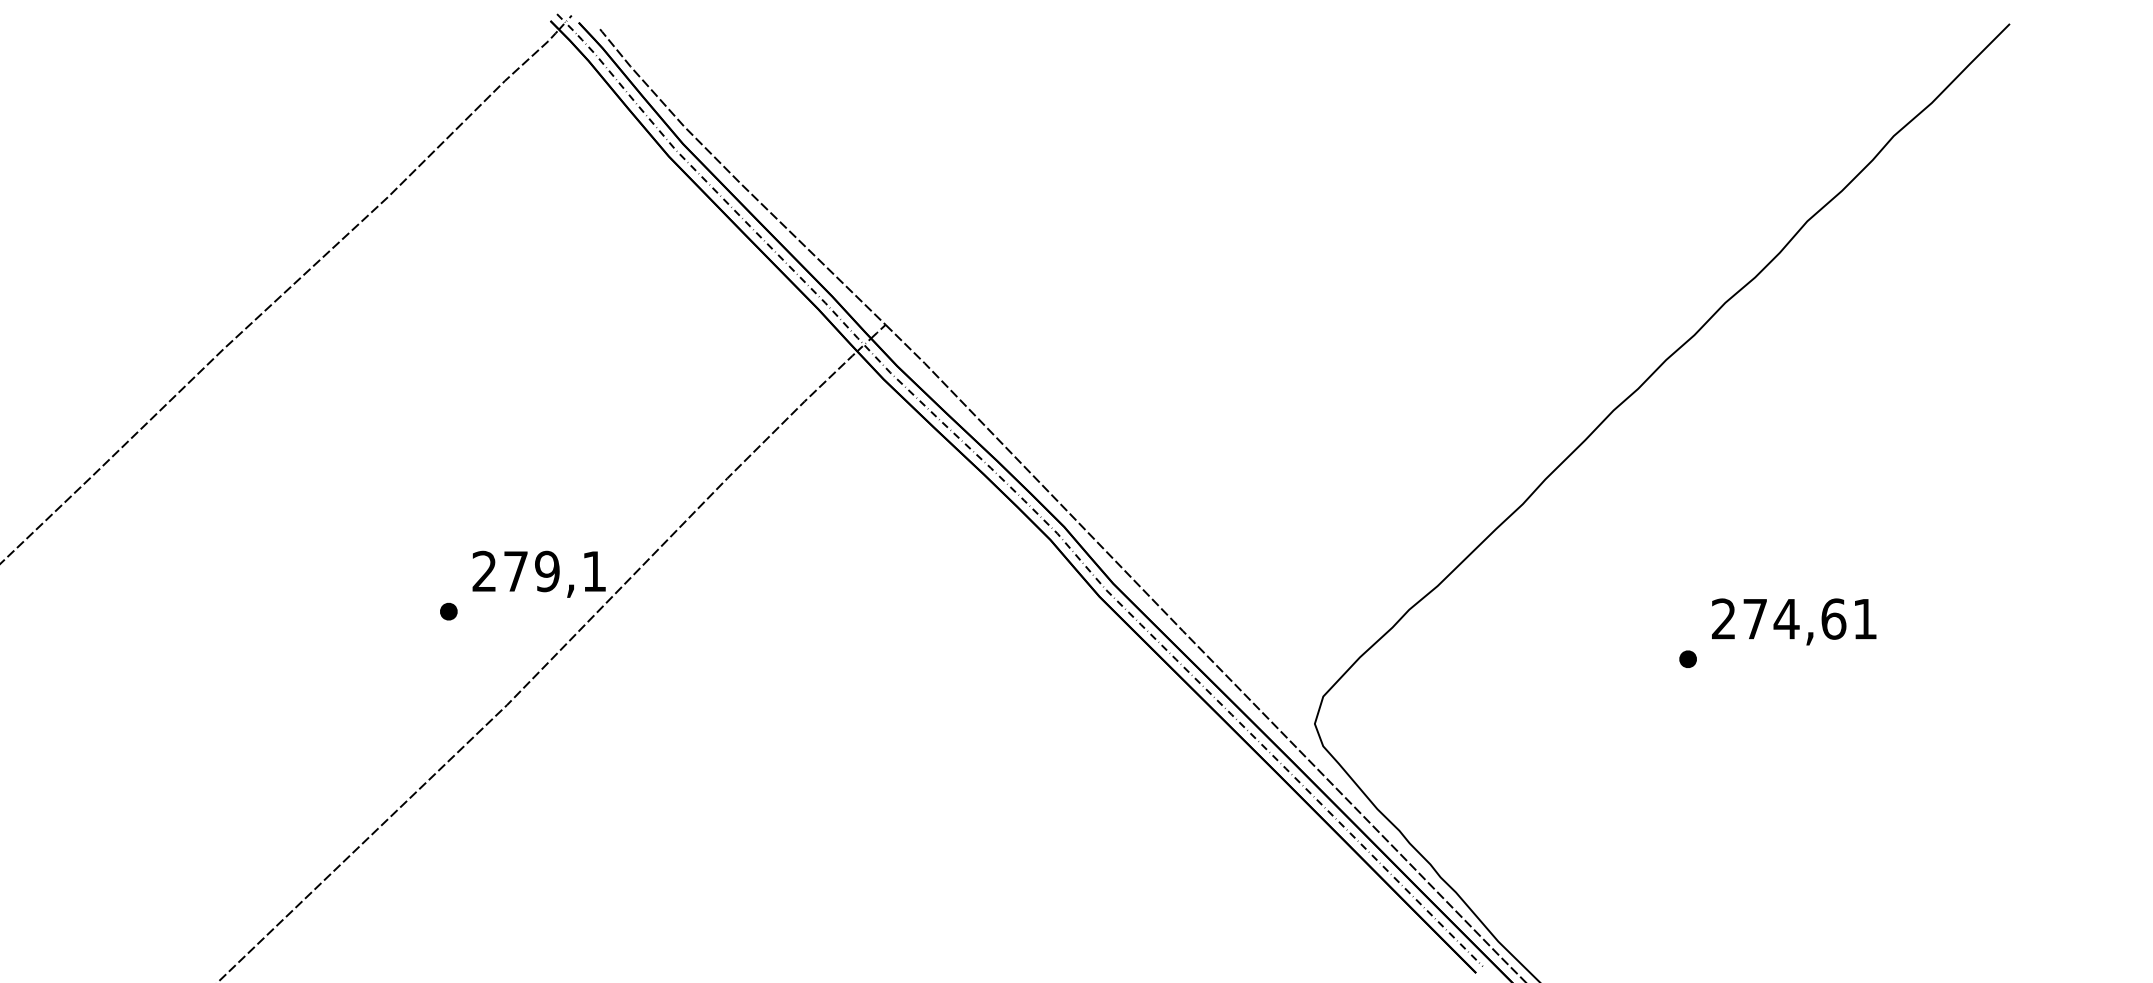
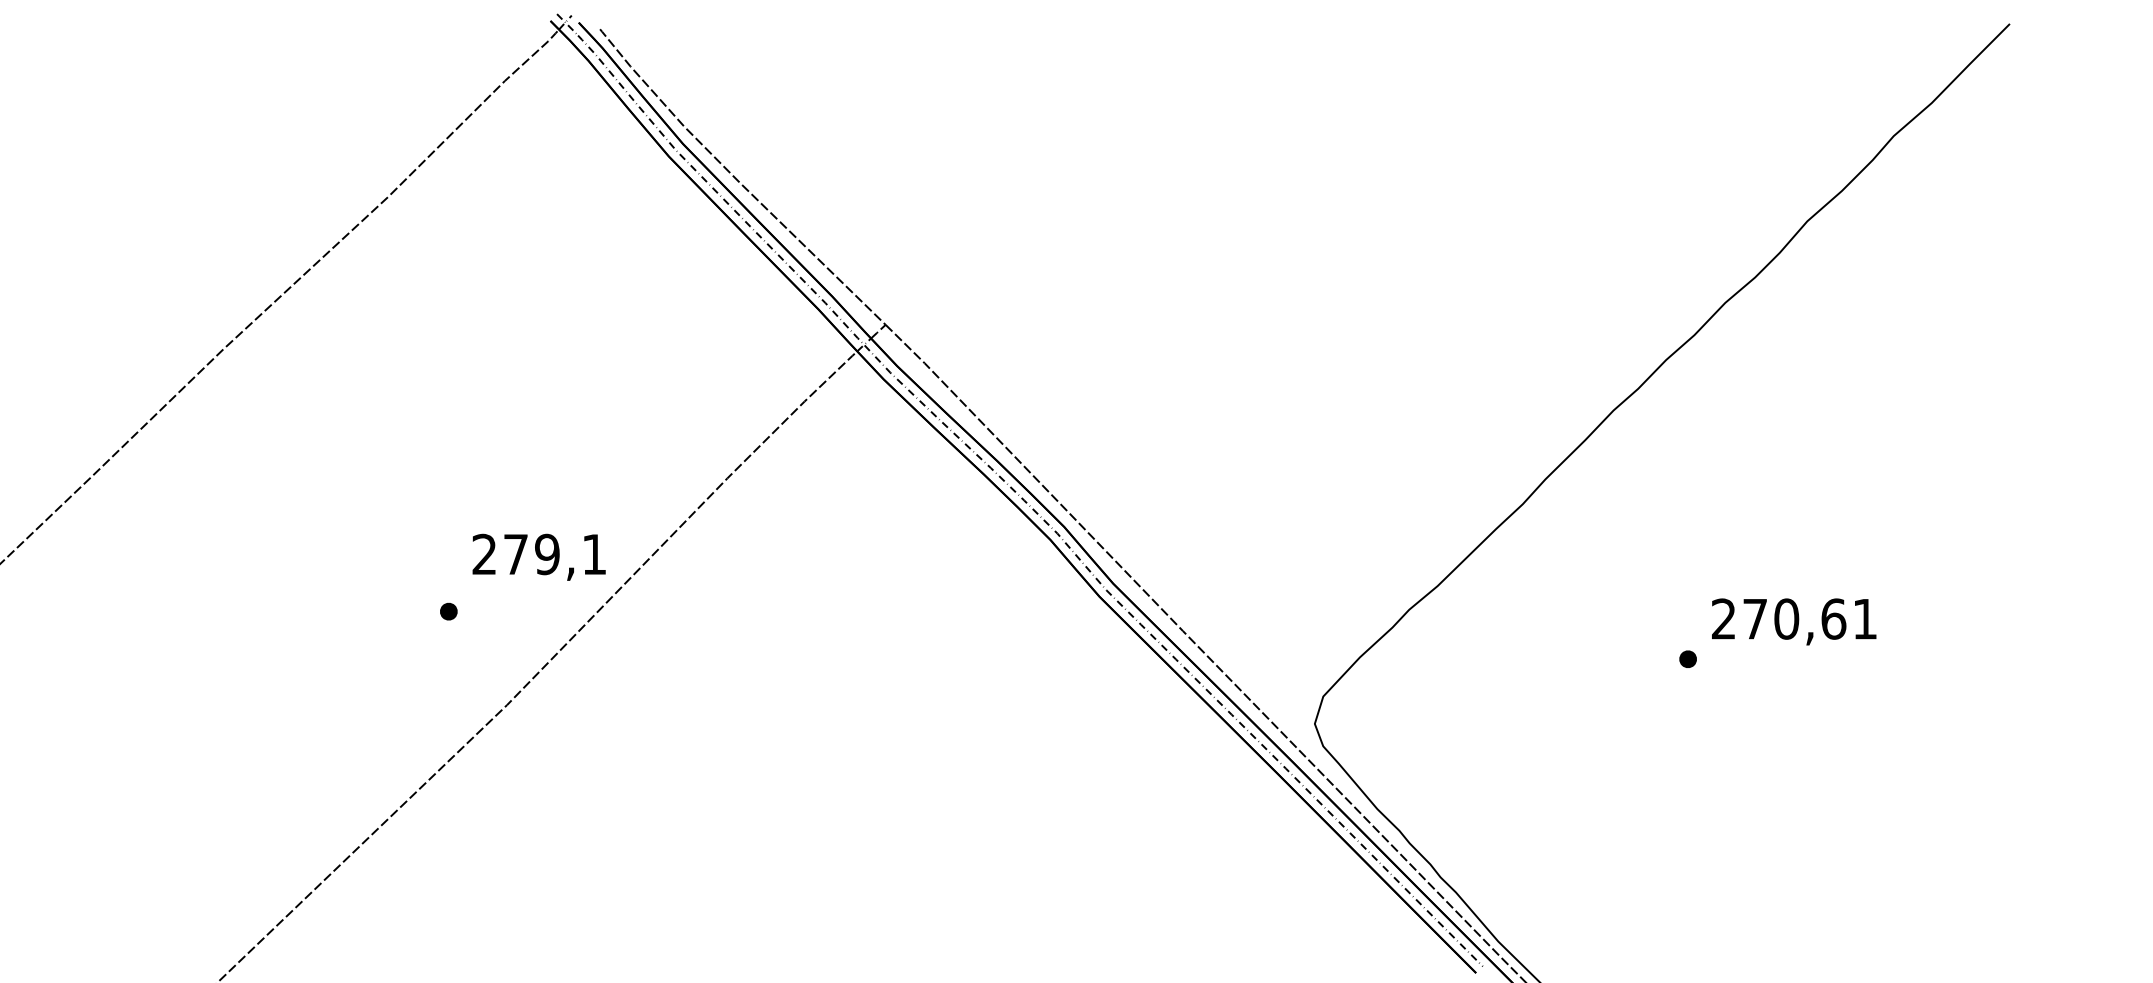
text at (538, 573) position: (538, 573) -> (538, 556)
text at (1786, 618): 274,61 -> 270,61
